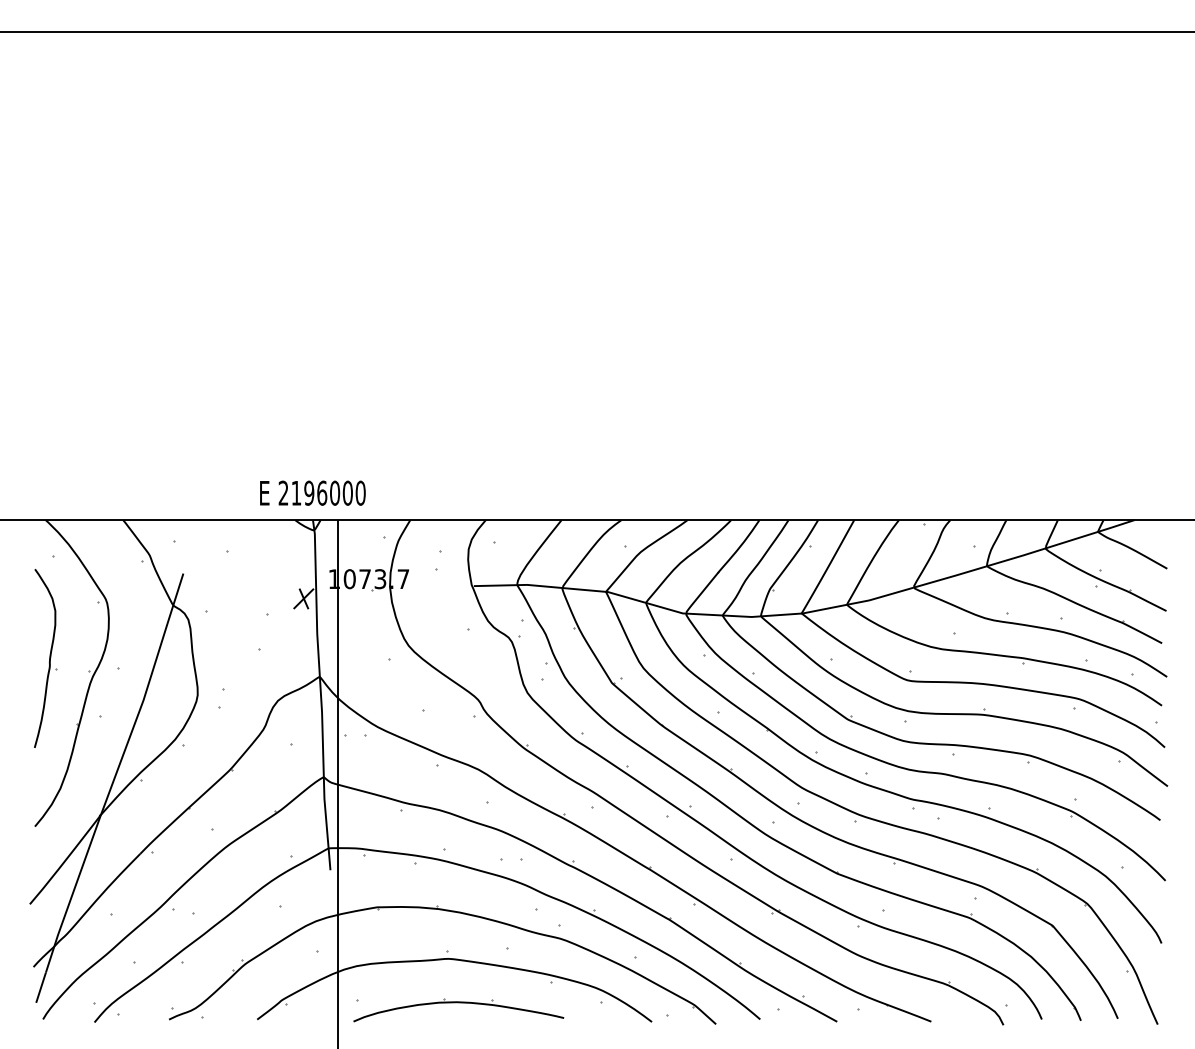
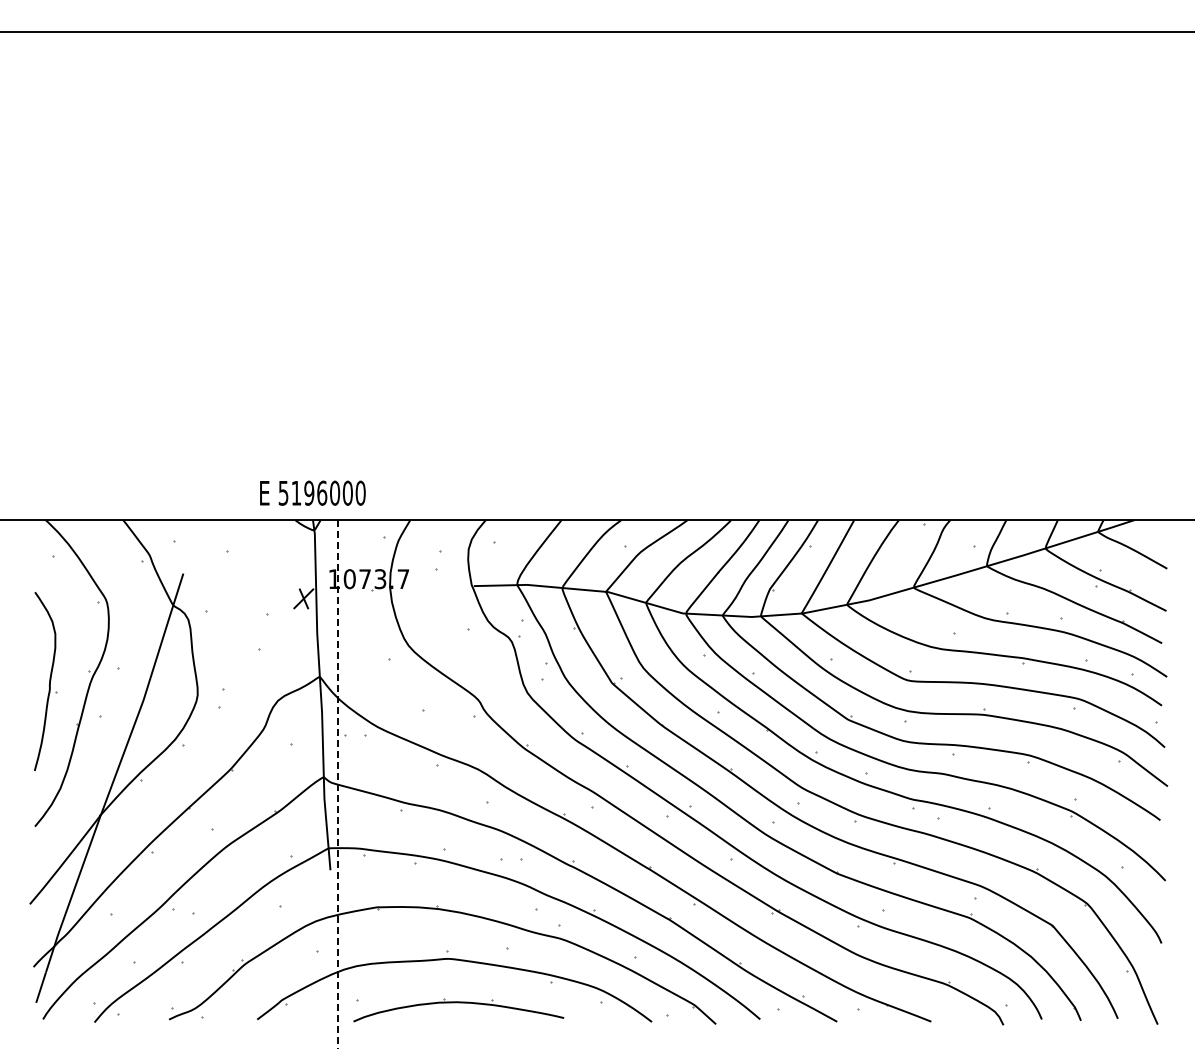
text at (283, 492): 2196000 -> 5196000
part at (45, 658) position: (45, 658) -> (45, 681)
line at (338, 784): solid -> dashed
